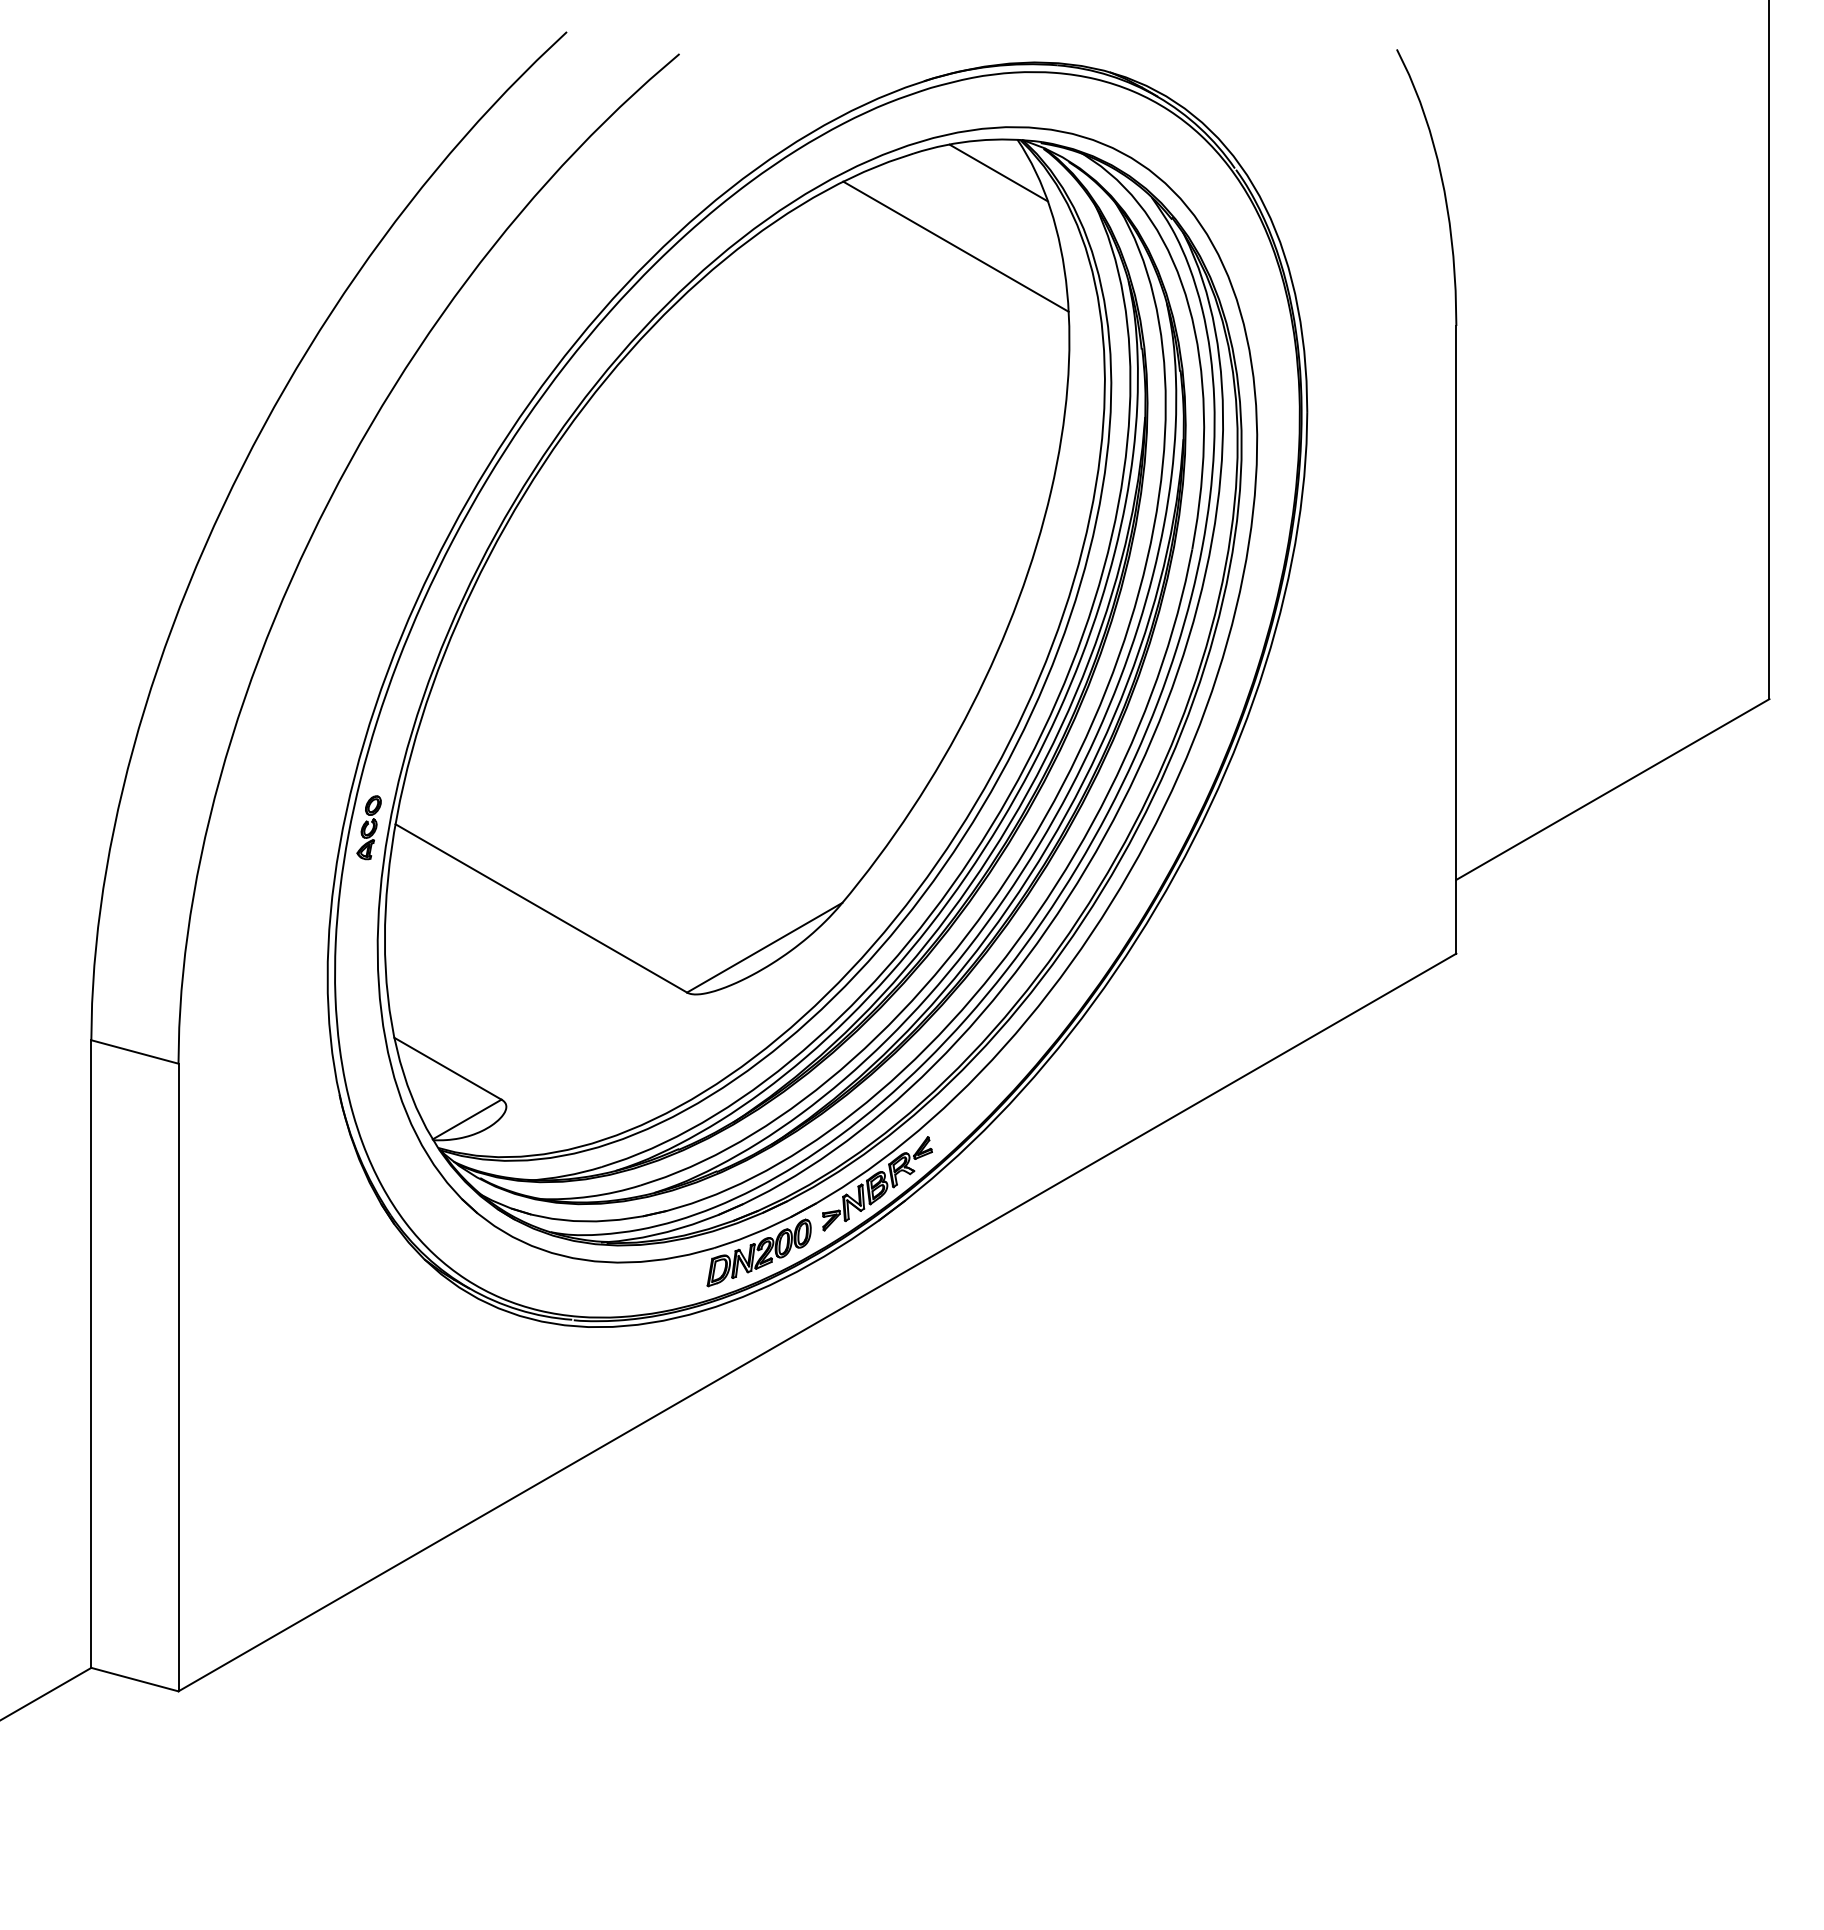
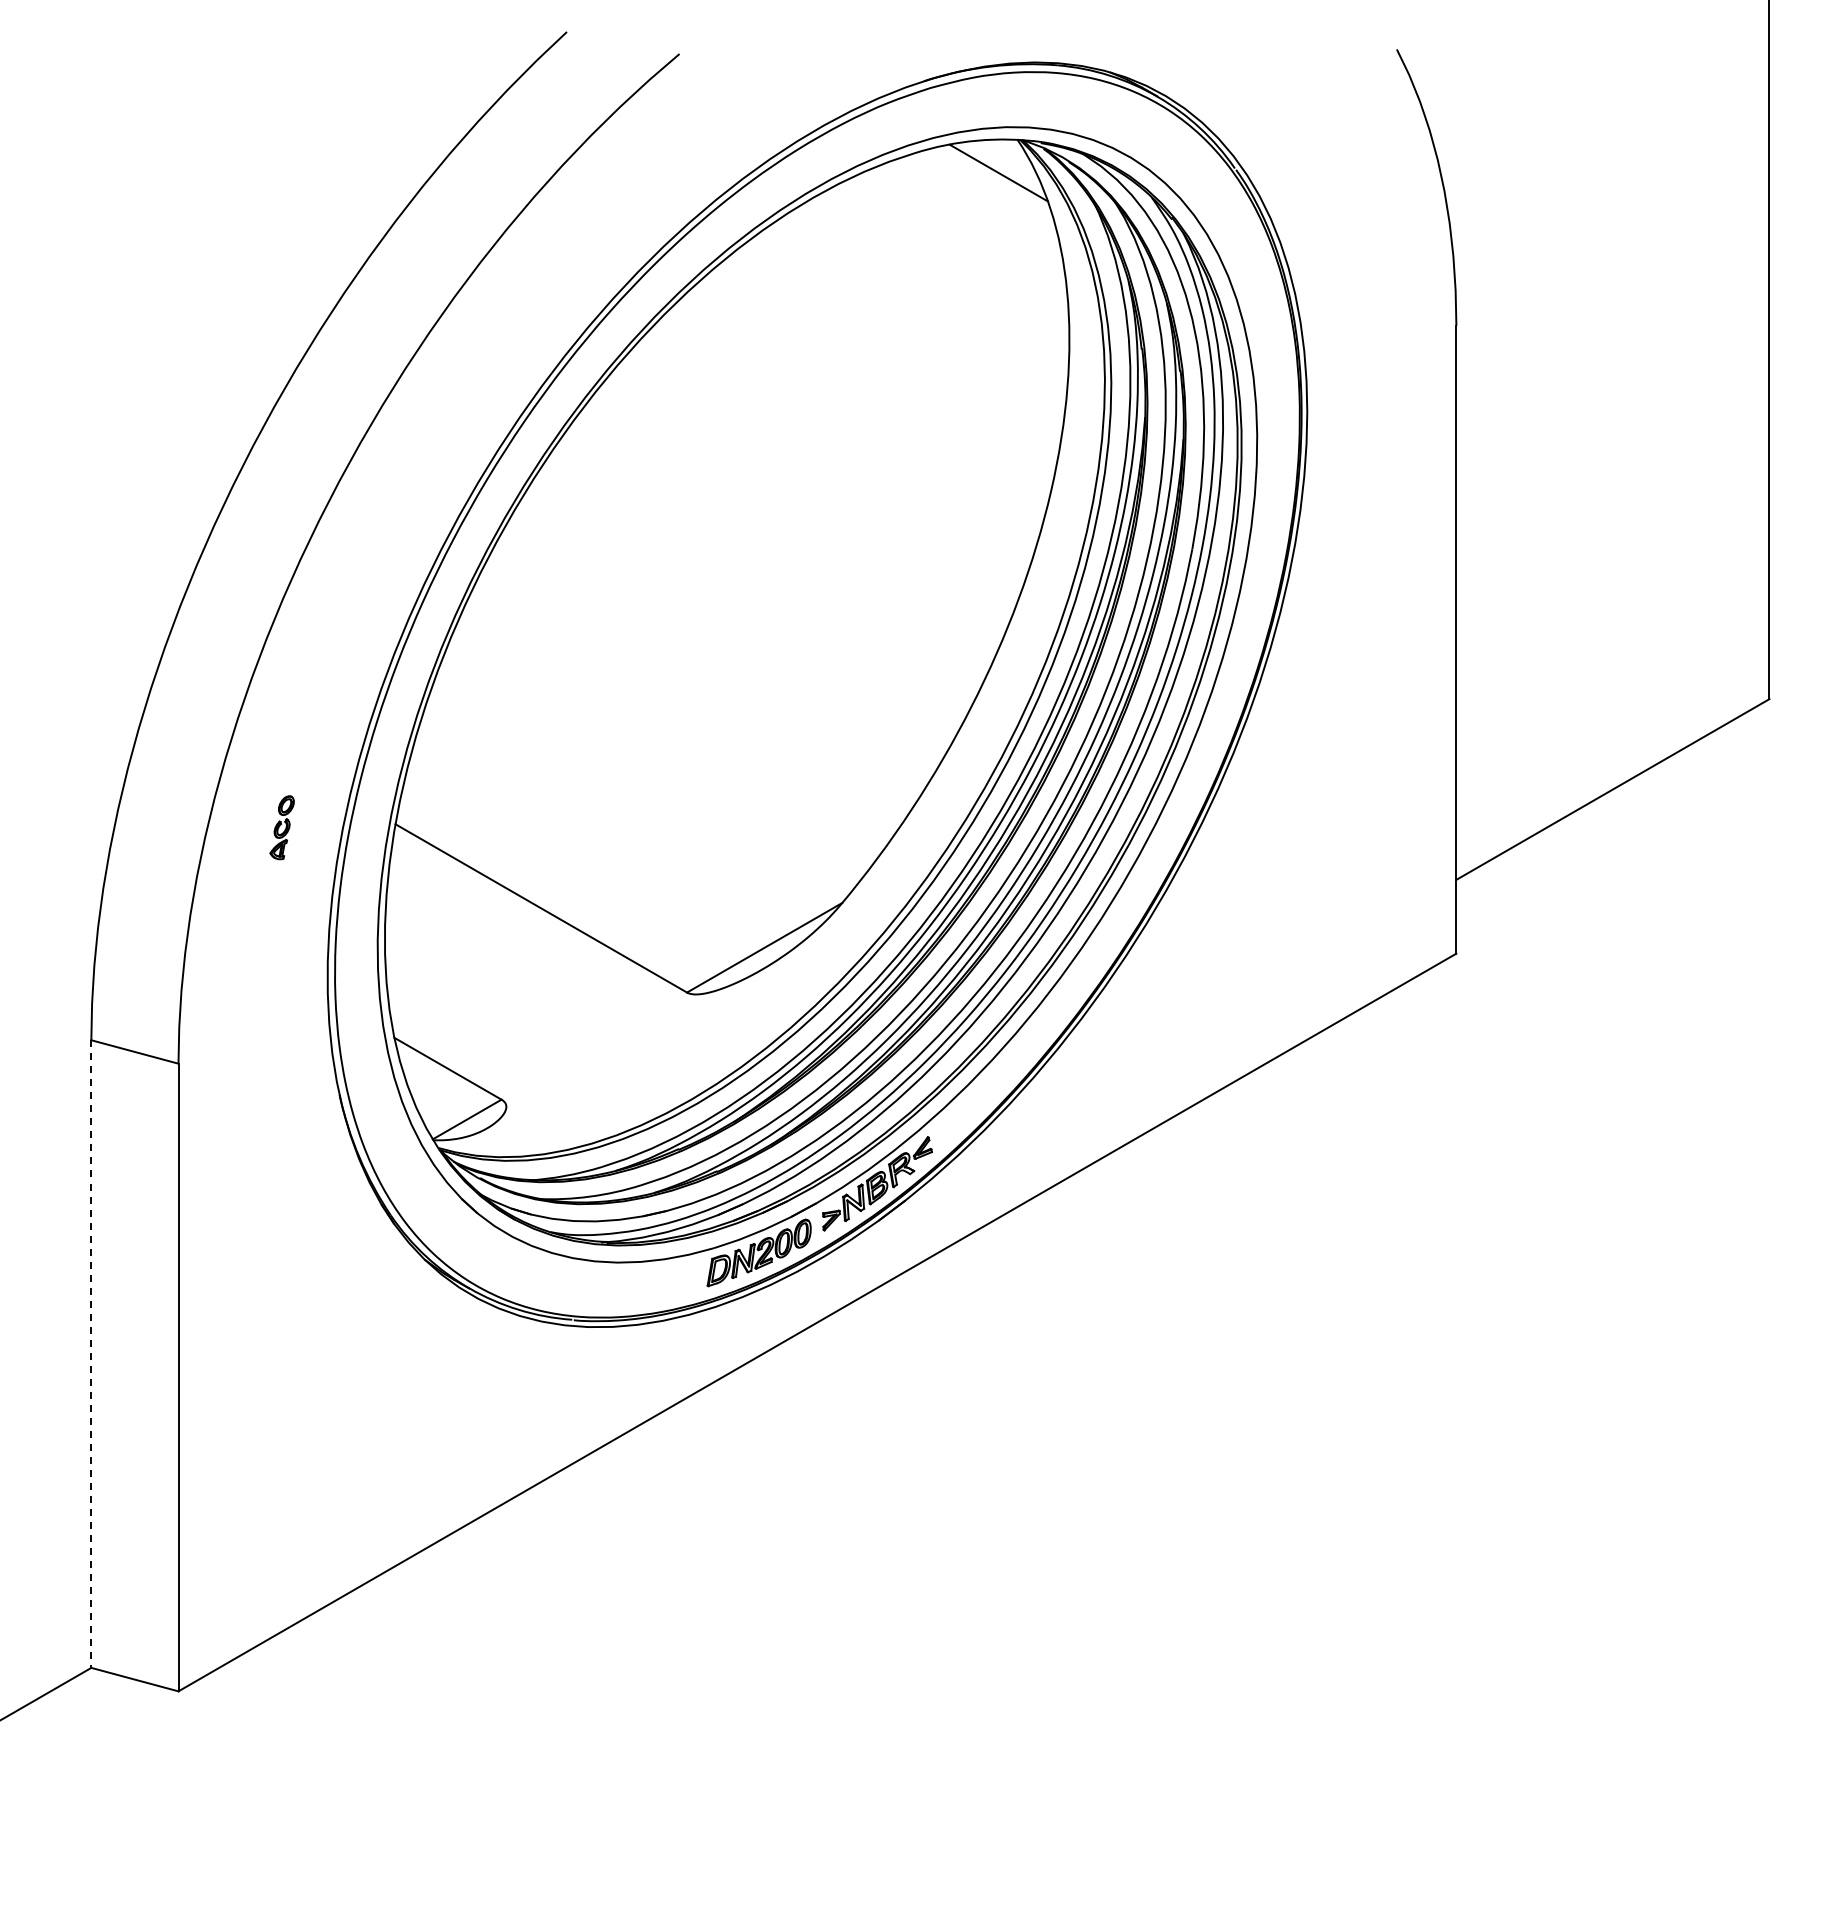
line at (955, 246): present -> none
part at (368, 827) position: (368, 827) -> (281, 827)
line at (91, 1354): solid -> dashed
